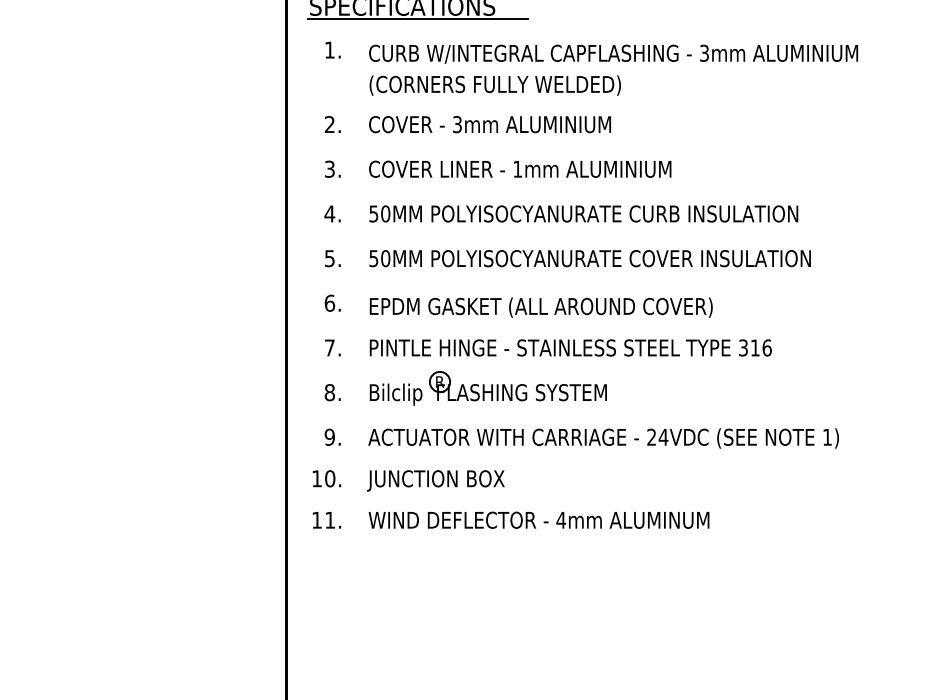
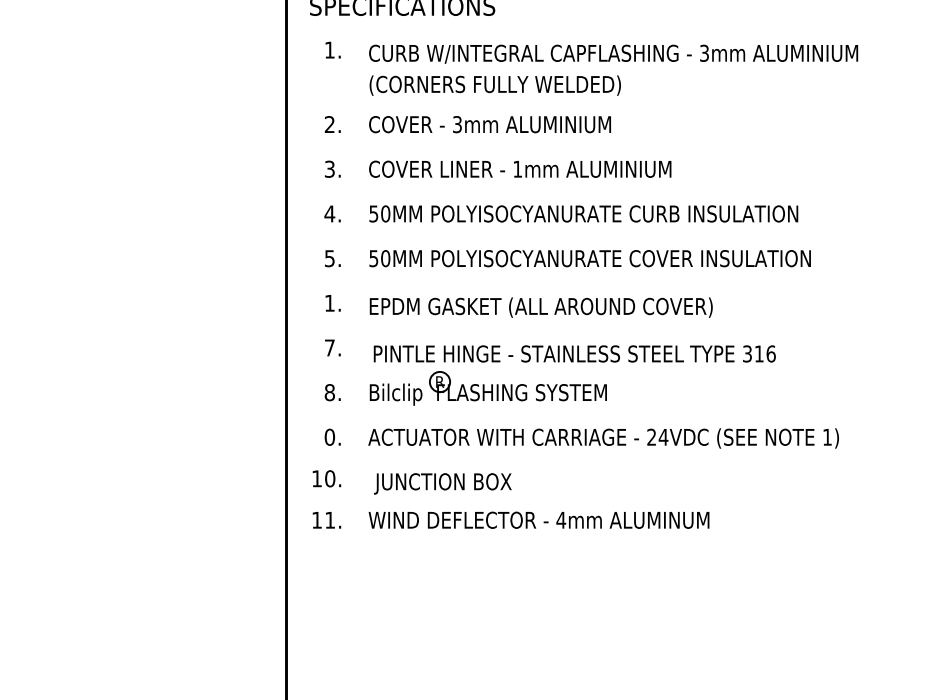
line at (418, 19): present -> none
text at (329, 302): 6. -> 1.
text at (570, 347) position: (570, 347) -> (574, 353)
text at (329, 437): 9. -> 0.
text at (435, 480) position: (435, 480) -> (442, 483)
